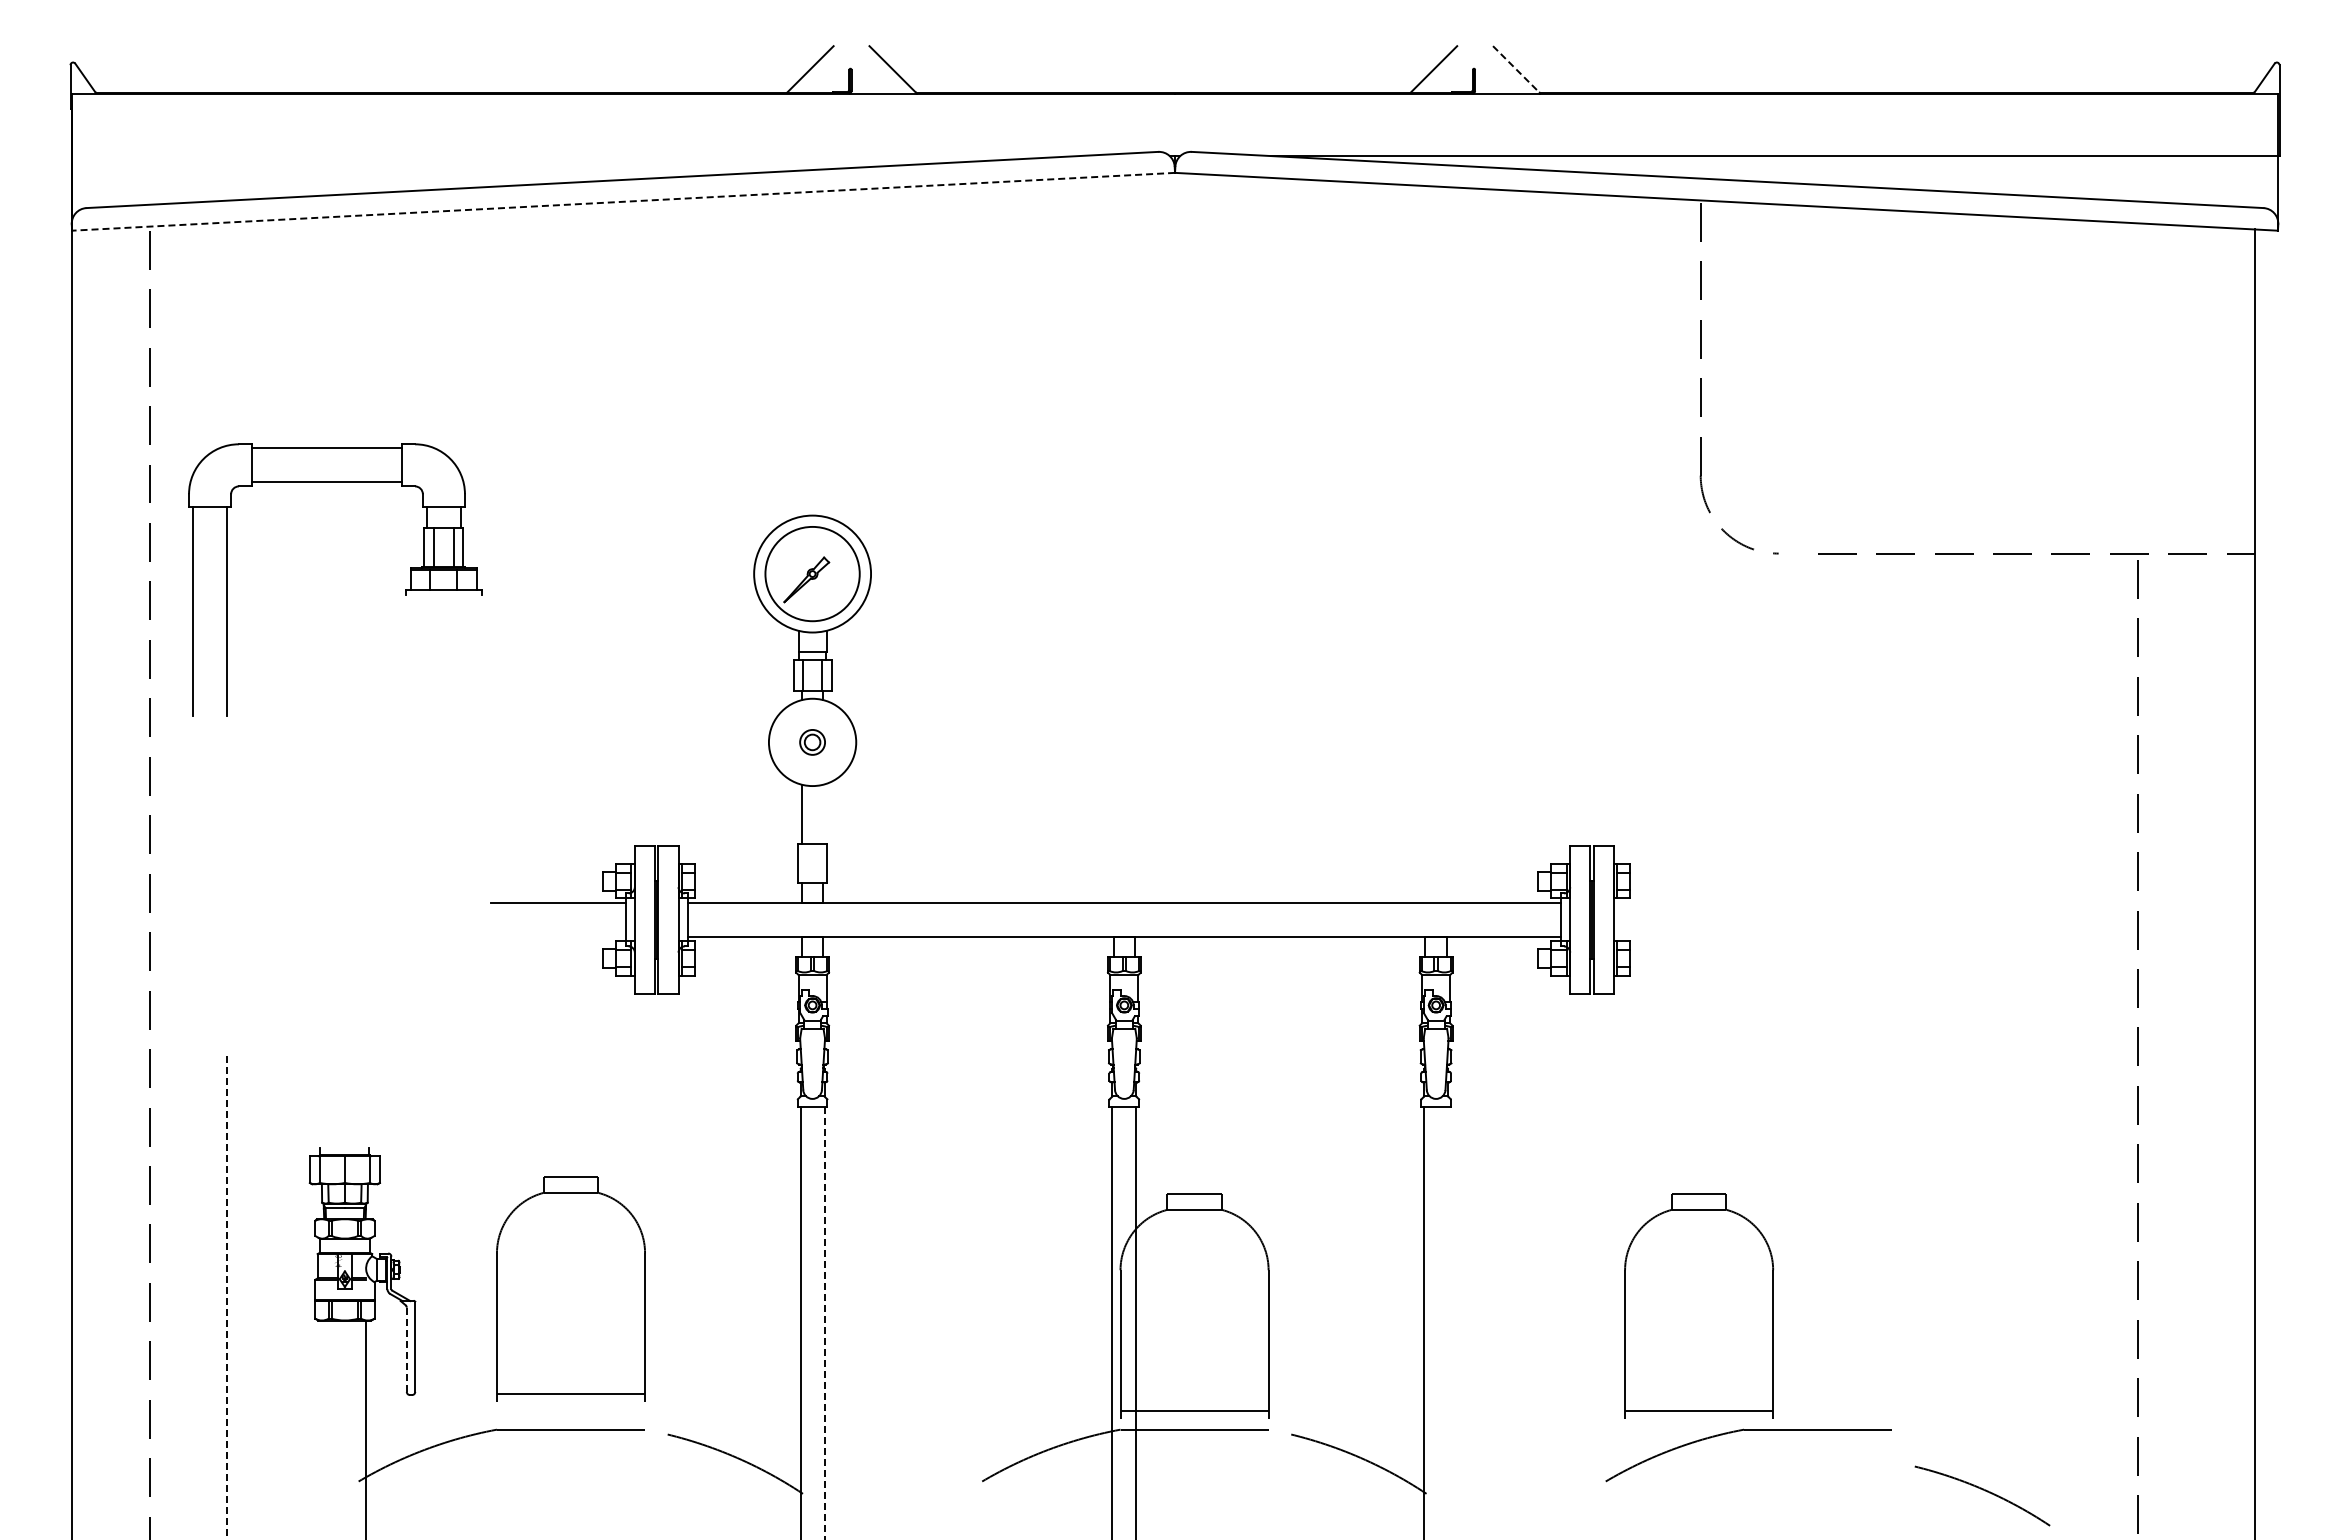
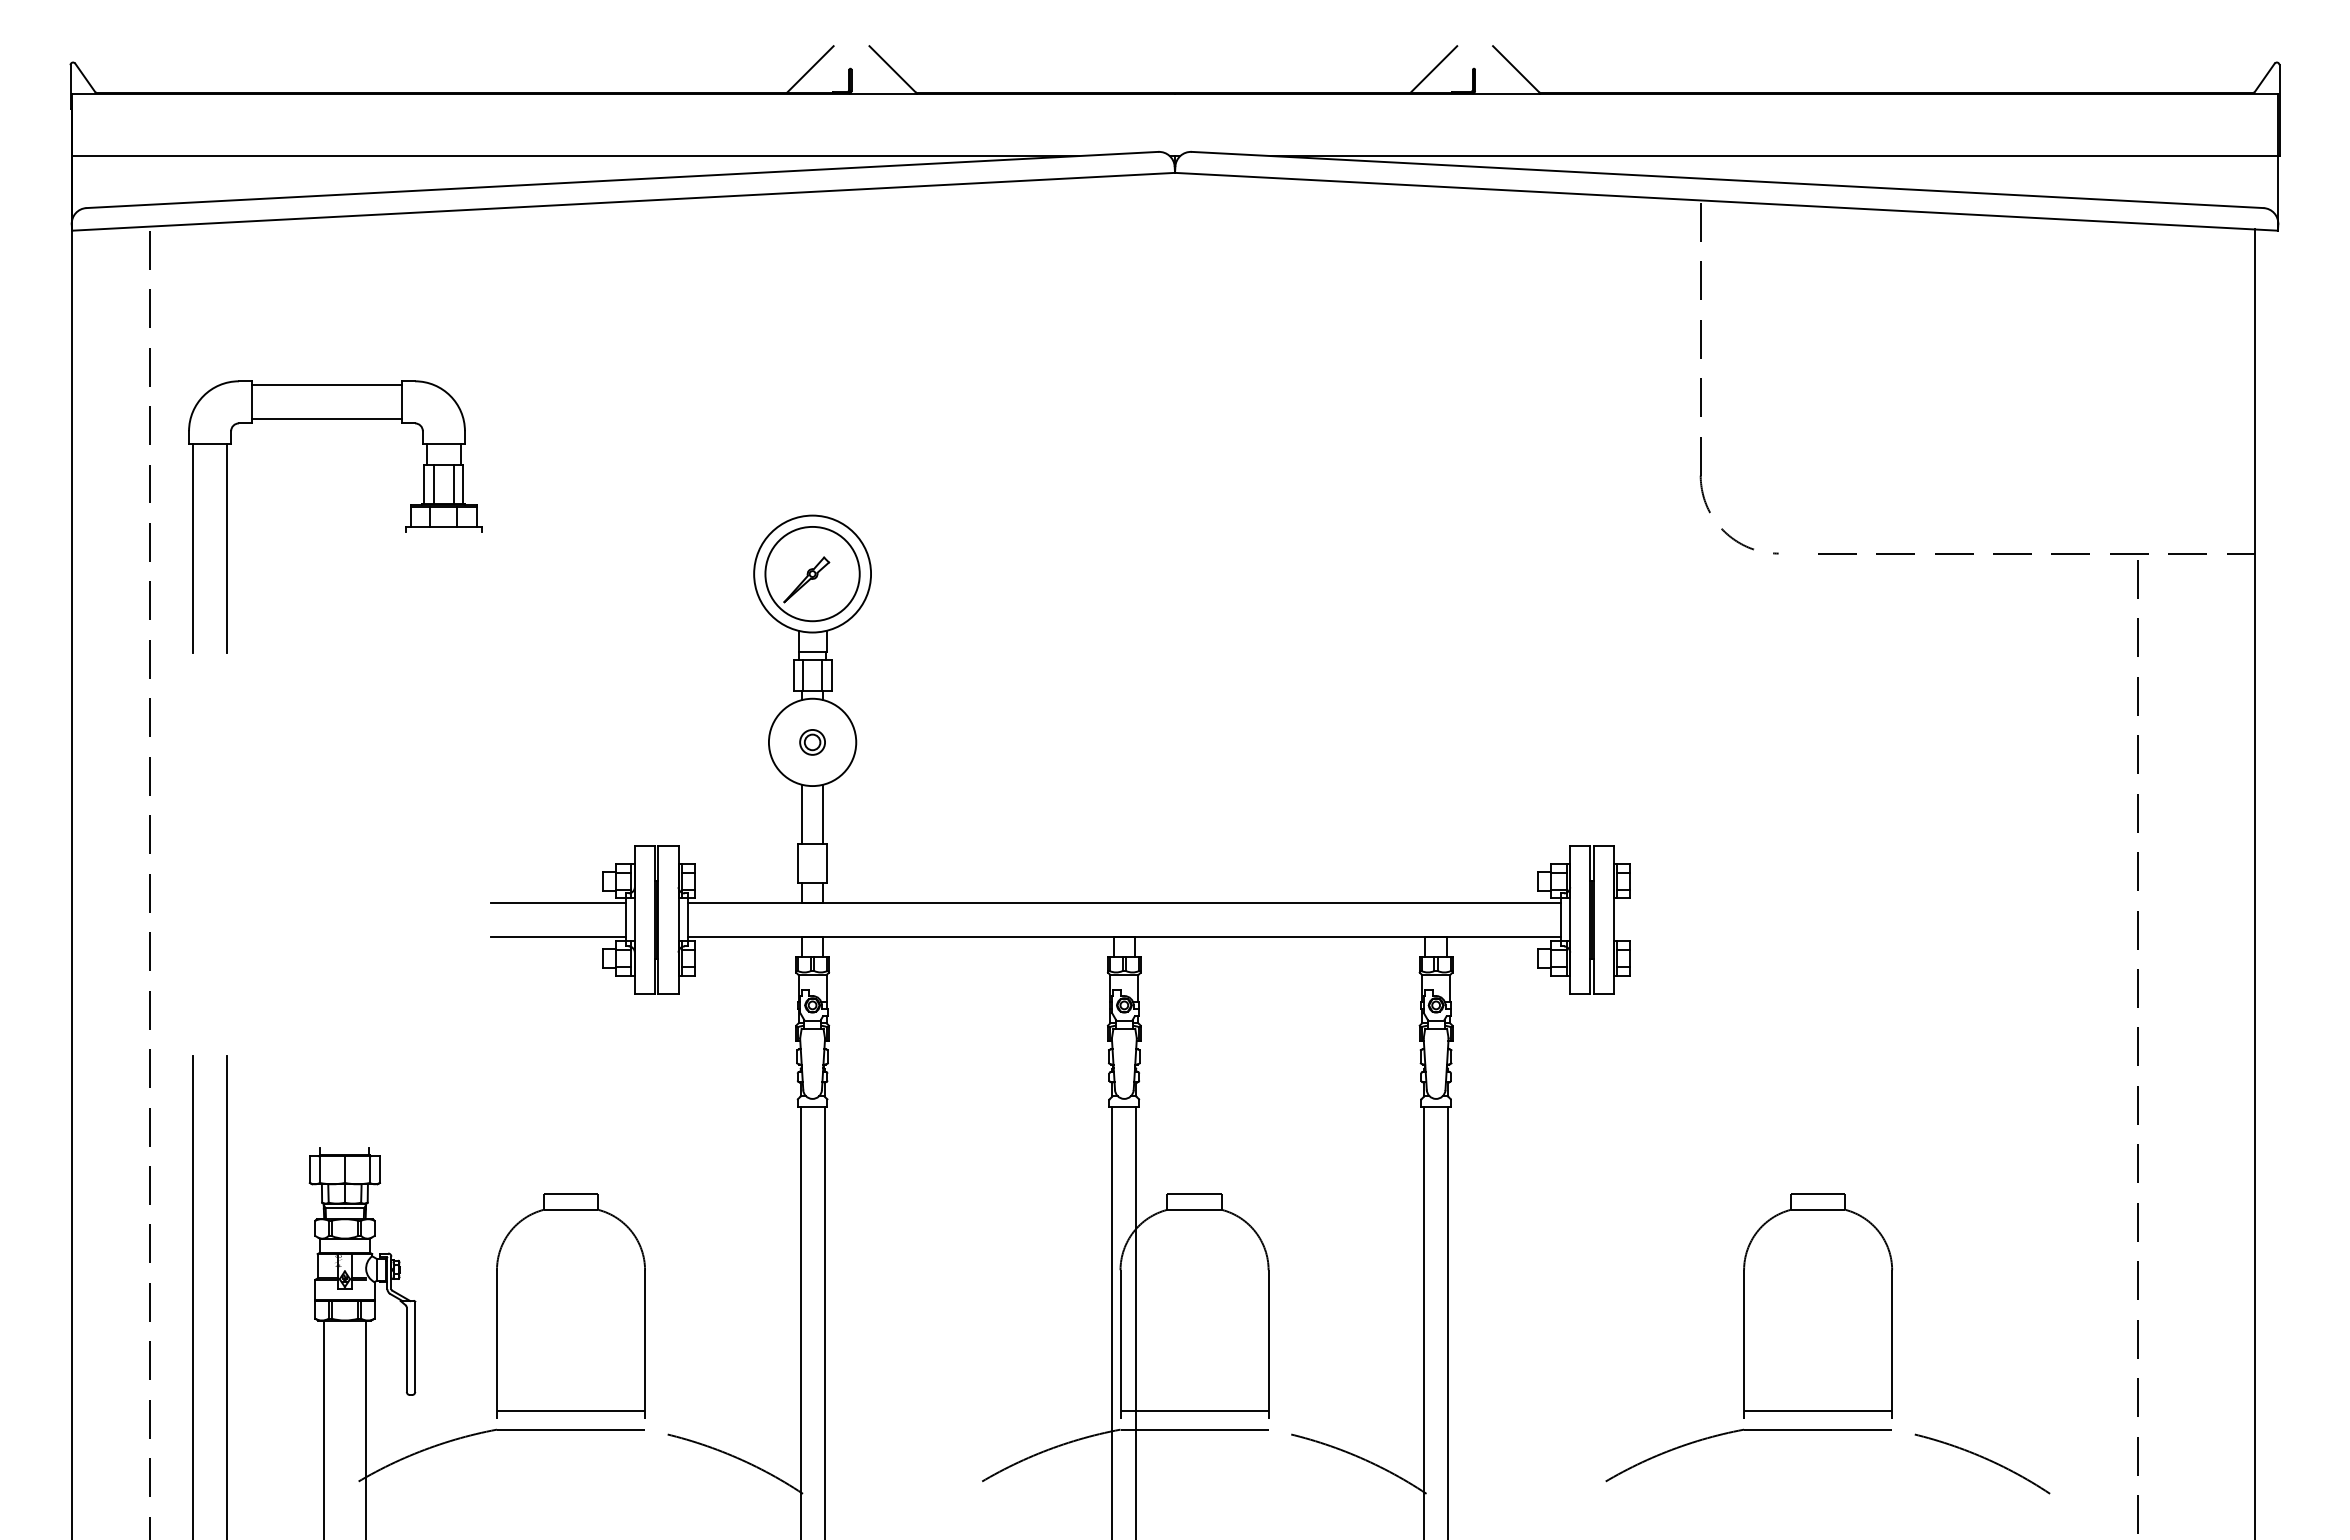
line at (1516, 69): dashed -> solid
line at (575, 156): none -> present
line at (623, 201): dashed -> solid
part at (405, 589) position: (405, 589) -> (405, 526)
line at (823, 813): none -> present
line at (558, 936): none -> present
part at (570, 1288) position: (570, 1288) -> (570, 1305)
line at (193, 1295): none -> present
line at (227, 1297): dashed -> solid
part at (1699, 1305) position: (1699, 1305) -> (1818, 1305)
line at (1448, 1321): none -> present
line at (824, 1323): dashed -> solid
line at (406, 1350): dashed -> solid
line at (323, 1428): none -> present
arc at (1982, 1490) position: (1982, 1490) -> (1982, 1458)
